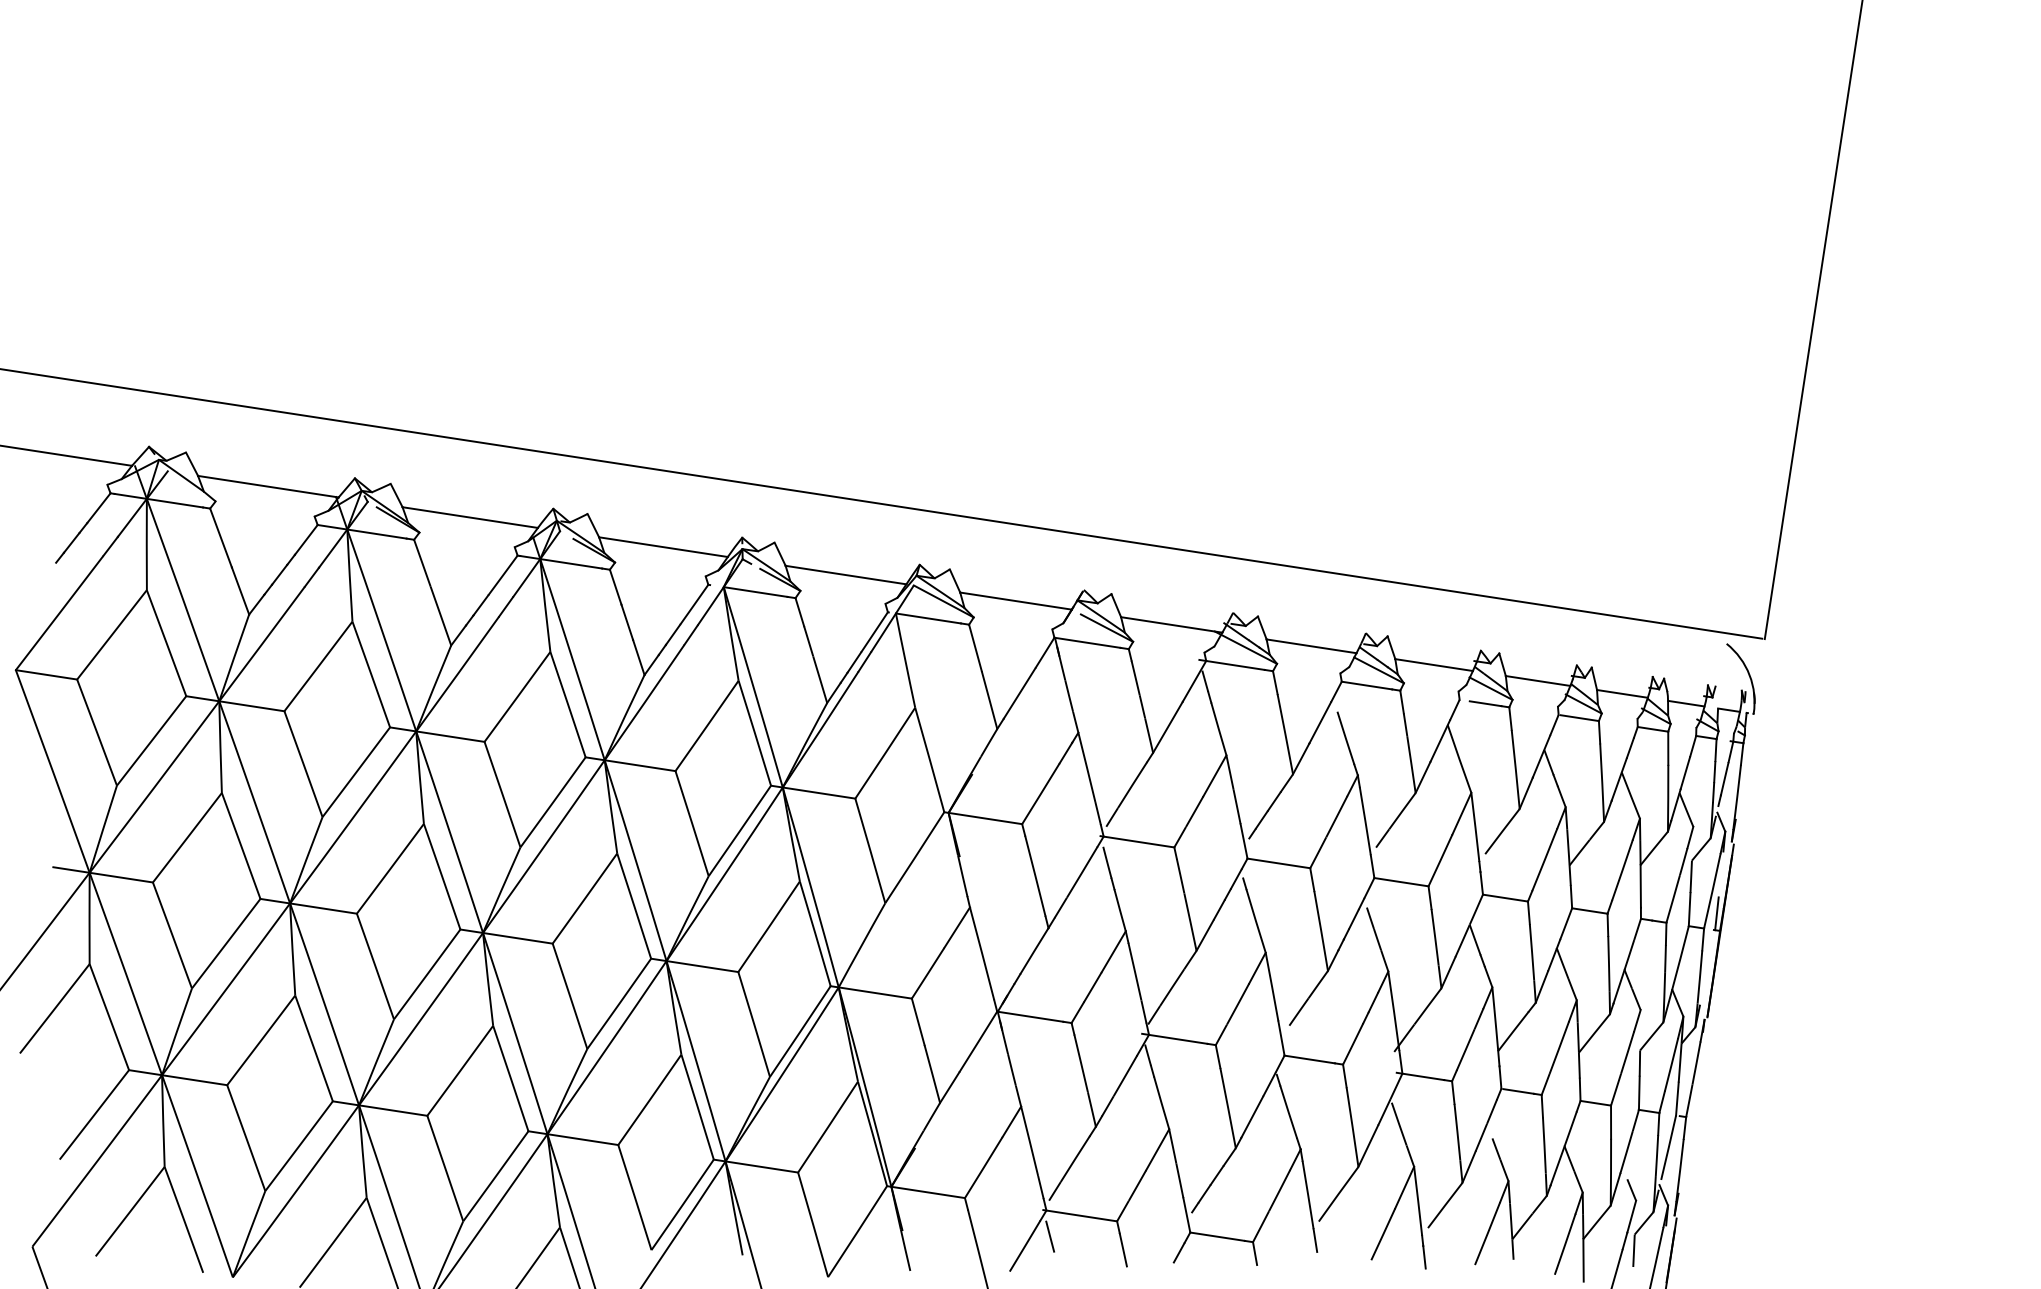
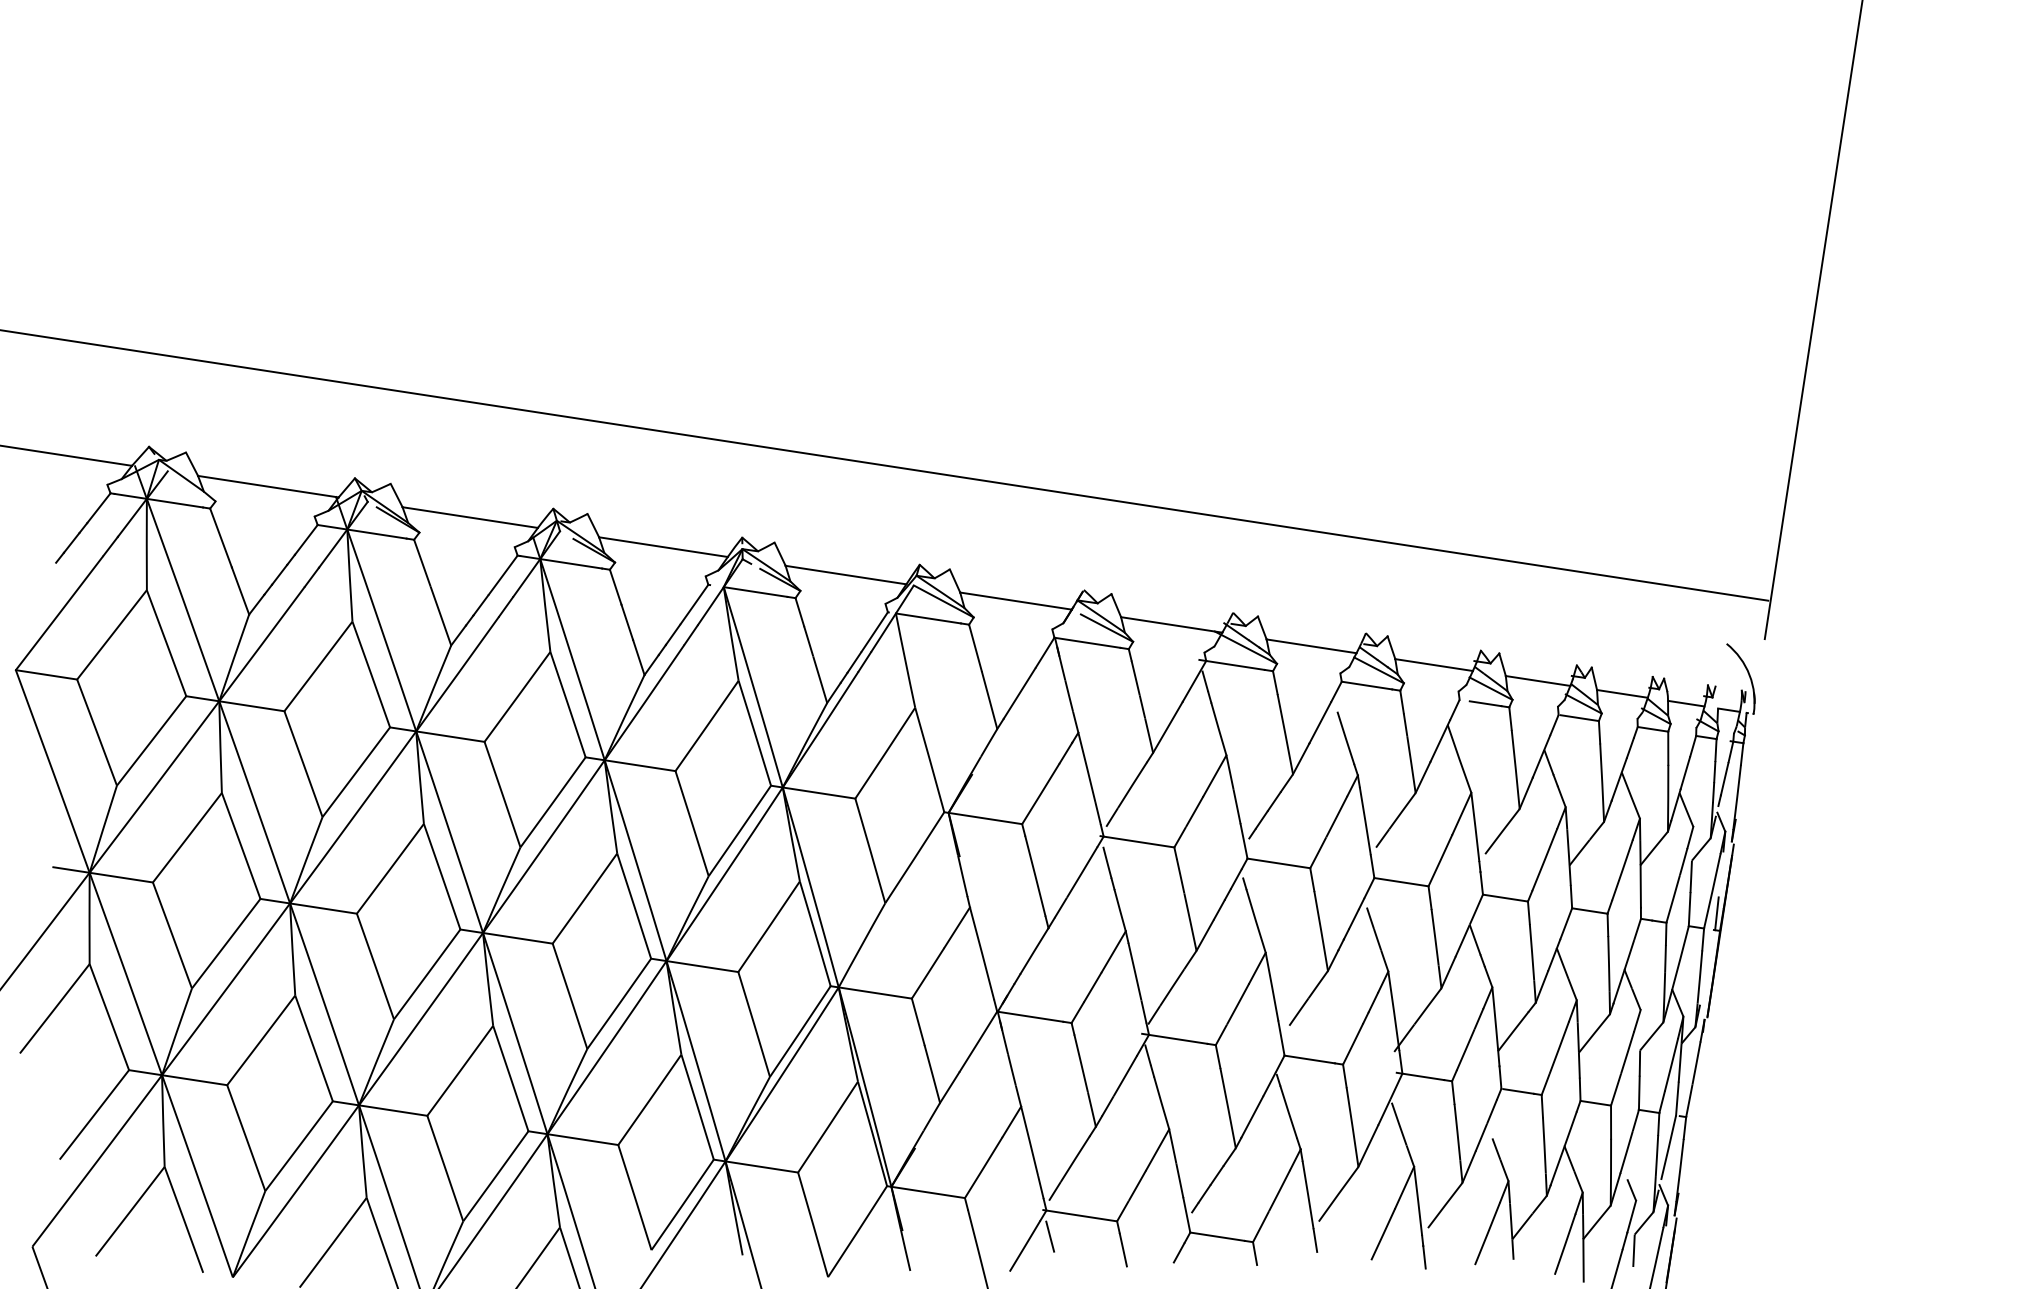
line at (882, 503) position: (882, 503) -> (885, 465)
